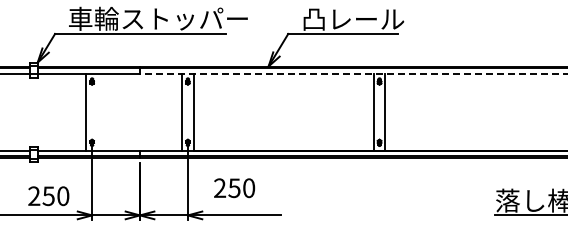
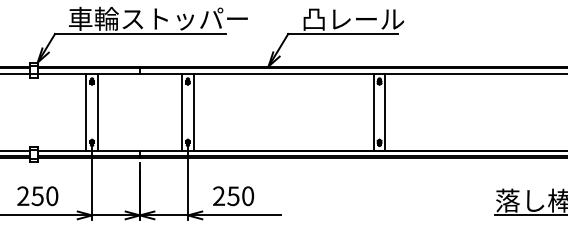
line at (353, 73): dashed -> solid
line at (97, 111): none -> present
text at (234, 188) position: (234, 188) -> (233, 196)
text at (48, 196) position: (48, 196) -> (37, 196)
